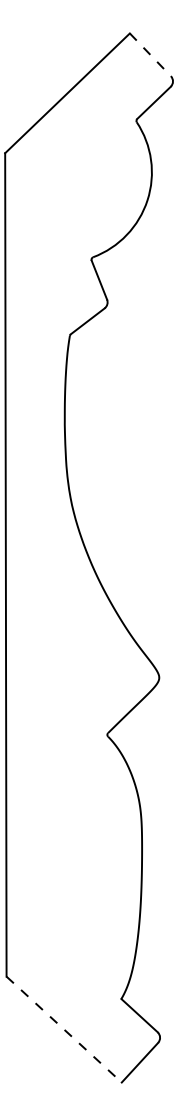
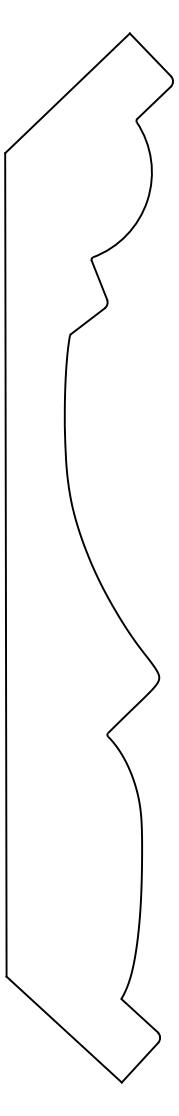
line at (150, 54): dashed -> solid
line at (64, 1029): dashed -> solid
